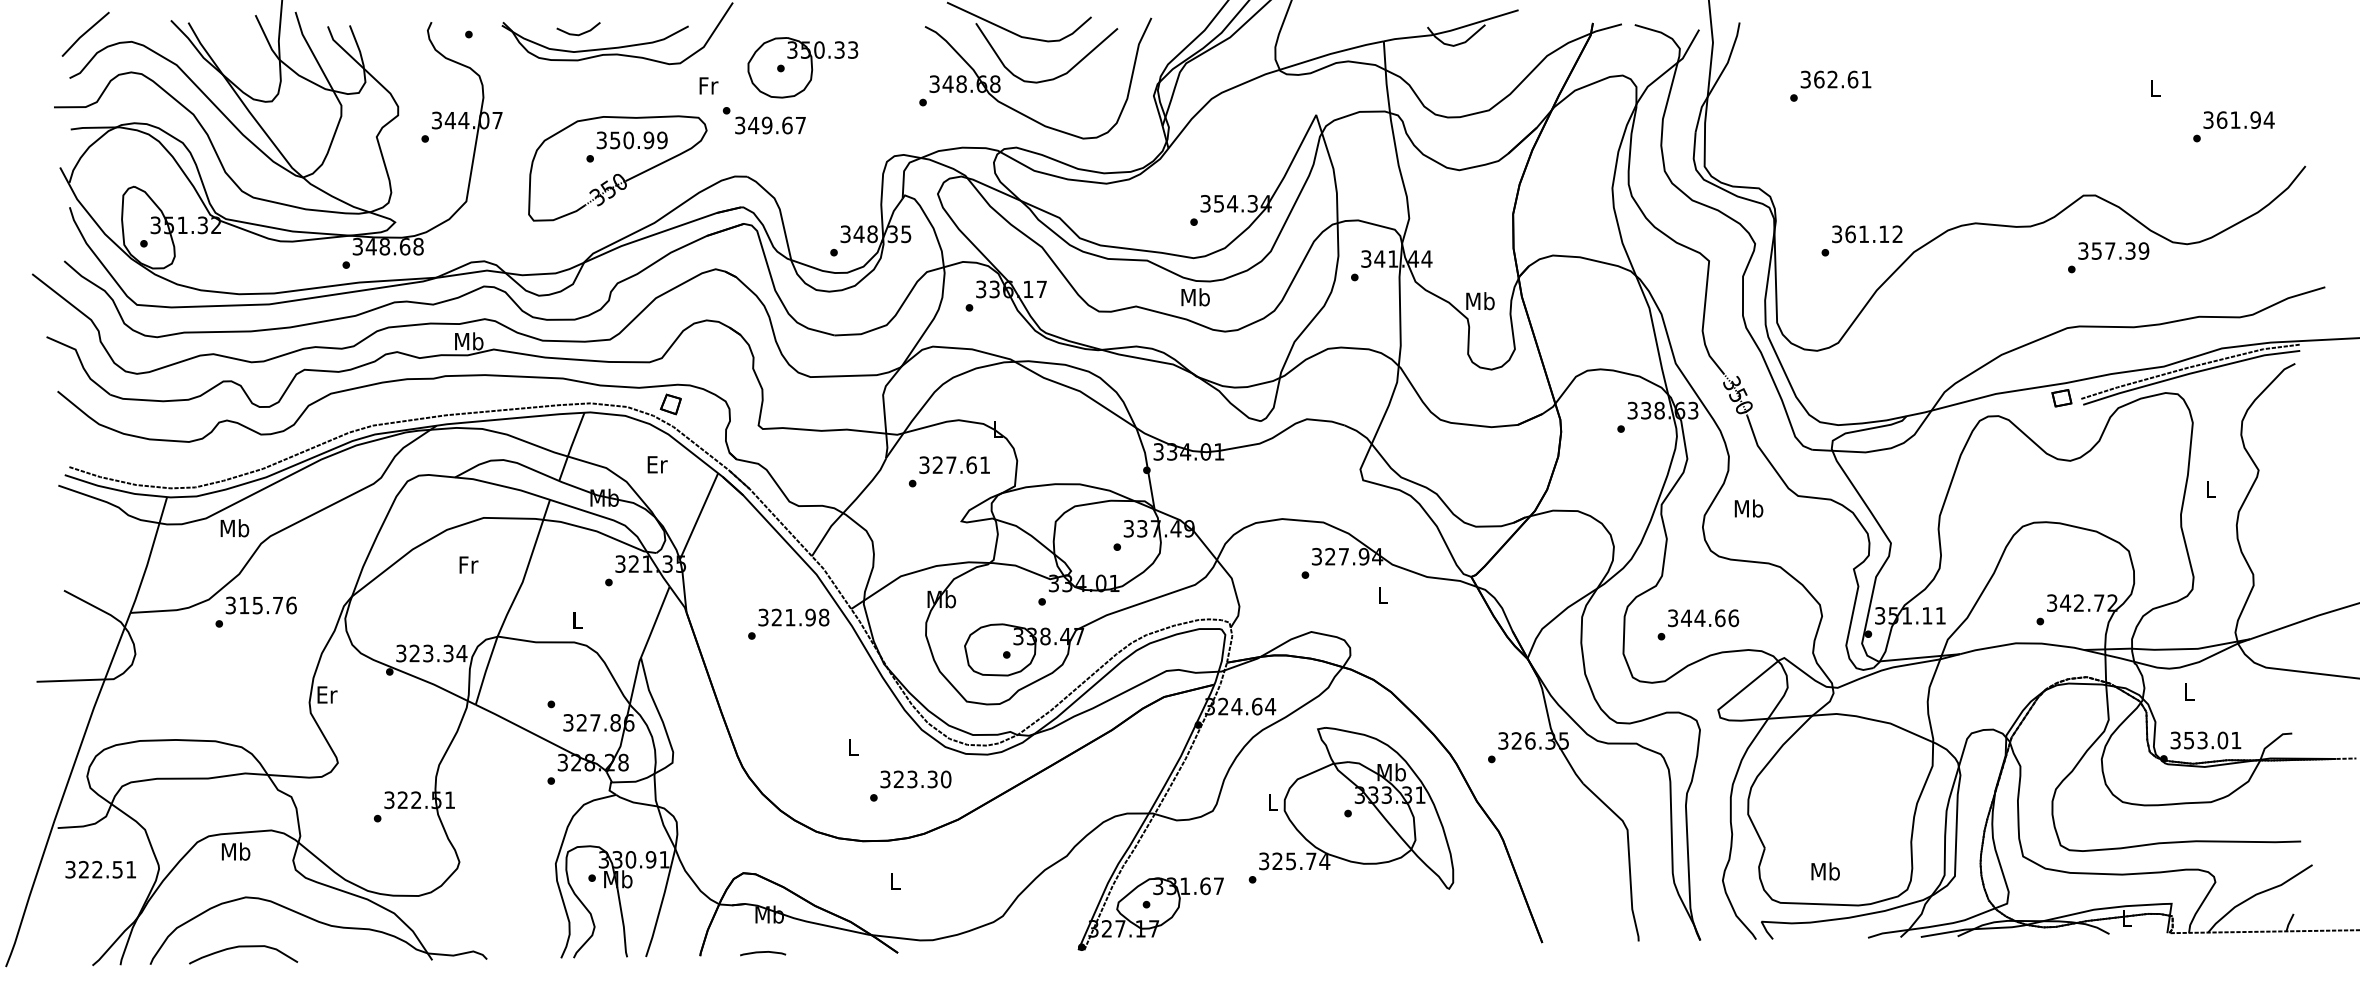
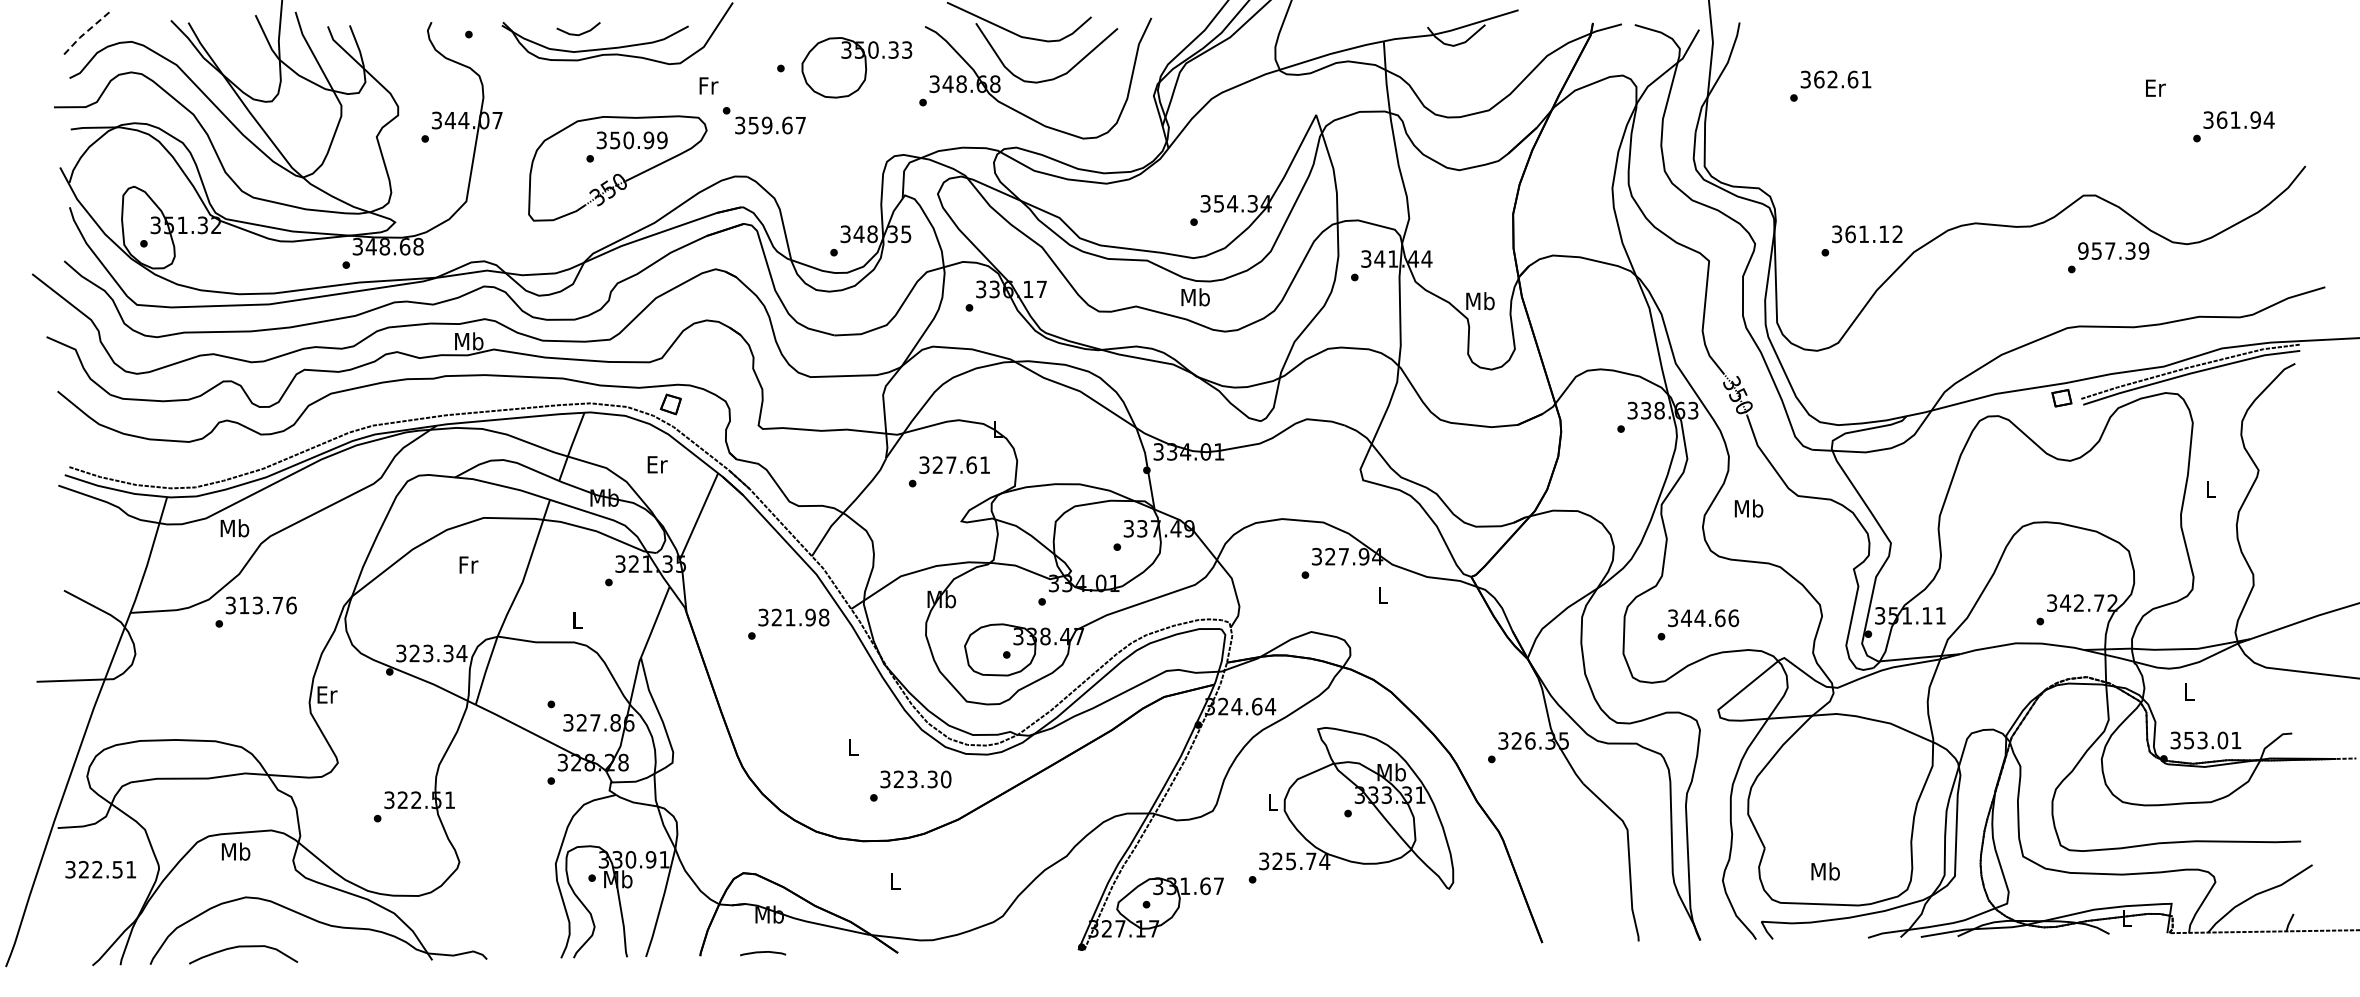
line at (84, 34): solid -> dashed
part at (802, 67) position: (802, 67) -> (856, 67)
text at (2155, 87): L -> Er
text at (753, 125): 349.67 -> 359.67
text at (2083, 250): 357.39 -> 957.39
text at (257, 604): 315.76 -> 313.76
